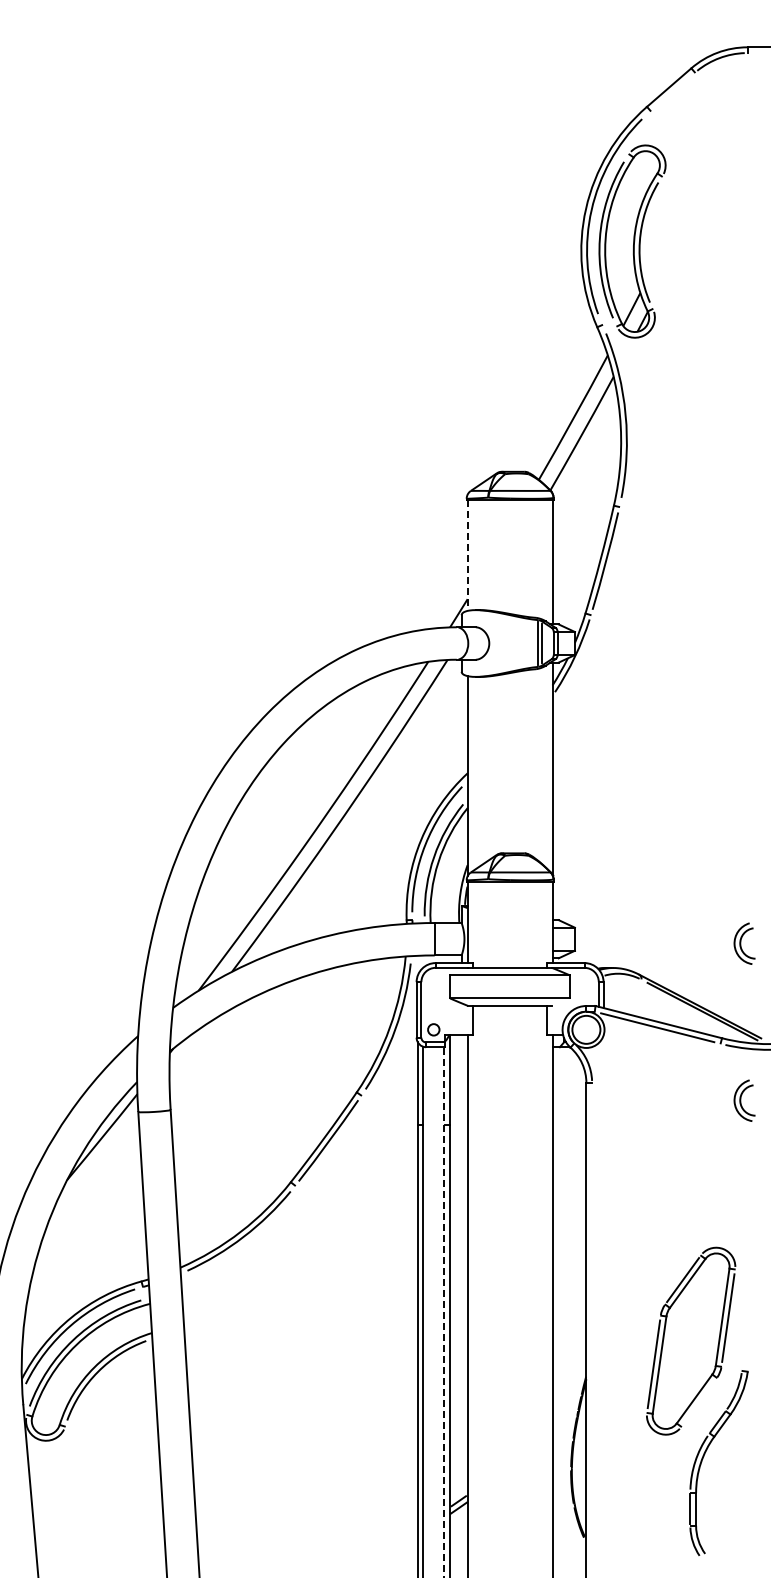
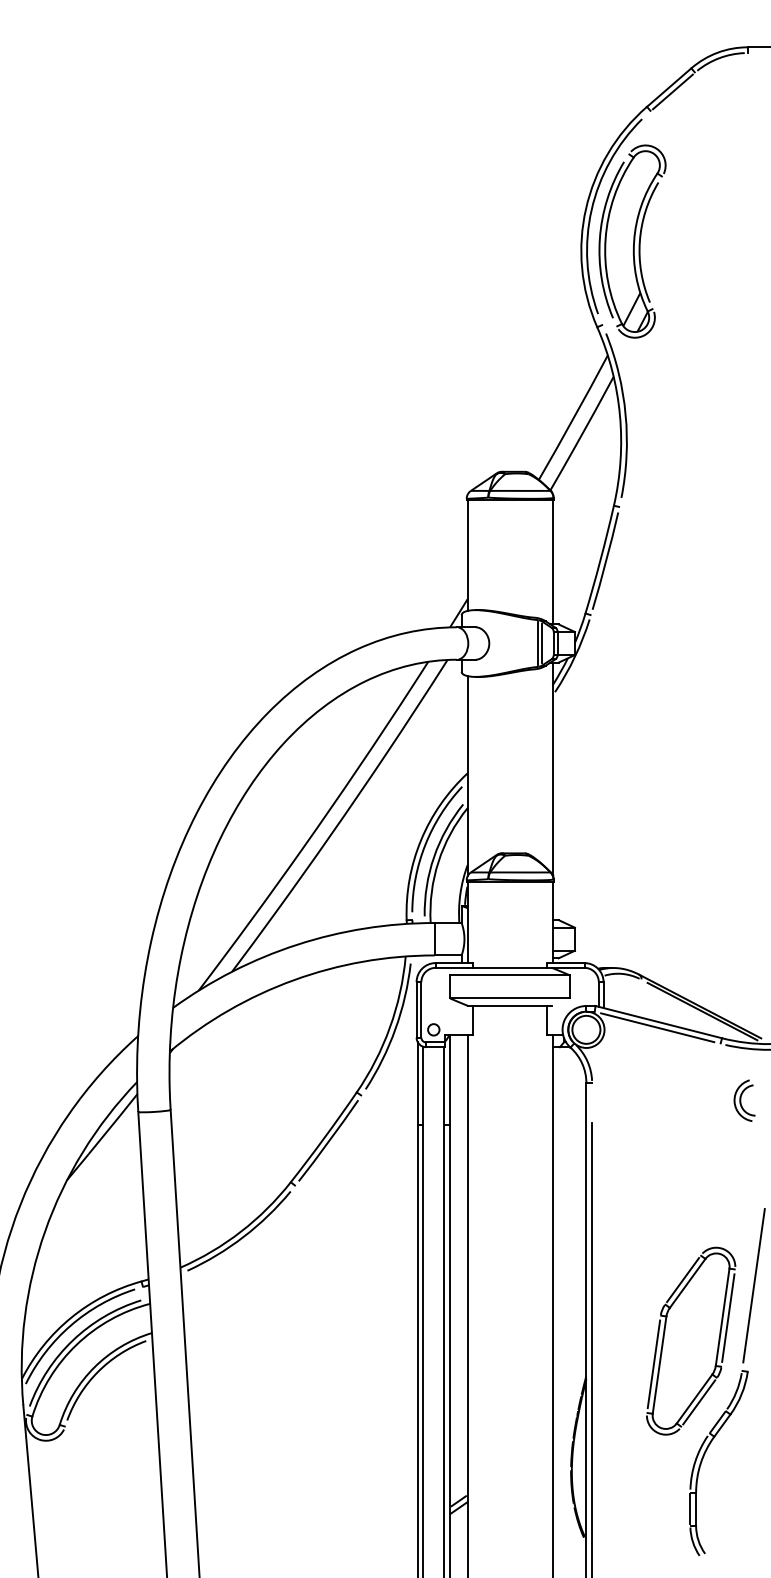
line at (672, 91): none -> present
line at (467, 556): dashed -> solid
part at (744, 943): present -> none
line at (753, 1285): none -> present
line at (444, 1312): dashed -> solid
line at (592, 1348): none -> present
line at (699, 1402): none -> present
